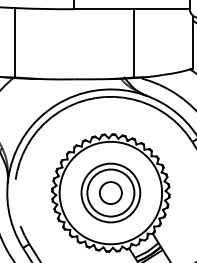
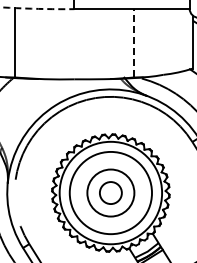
arc at (37, 8): solid -> dashed
line at (133, 42): solid -> dashed
circle at (110, 192) diameter: 59 px -> 82 px
